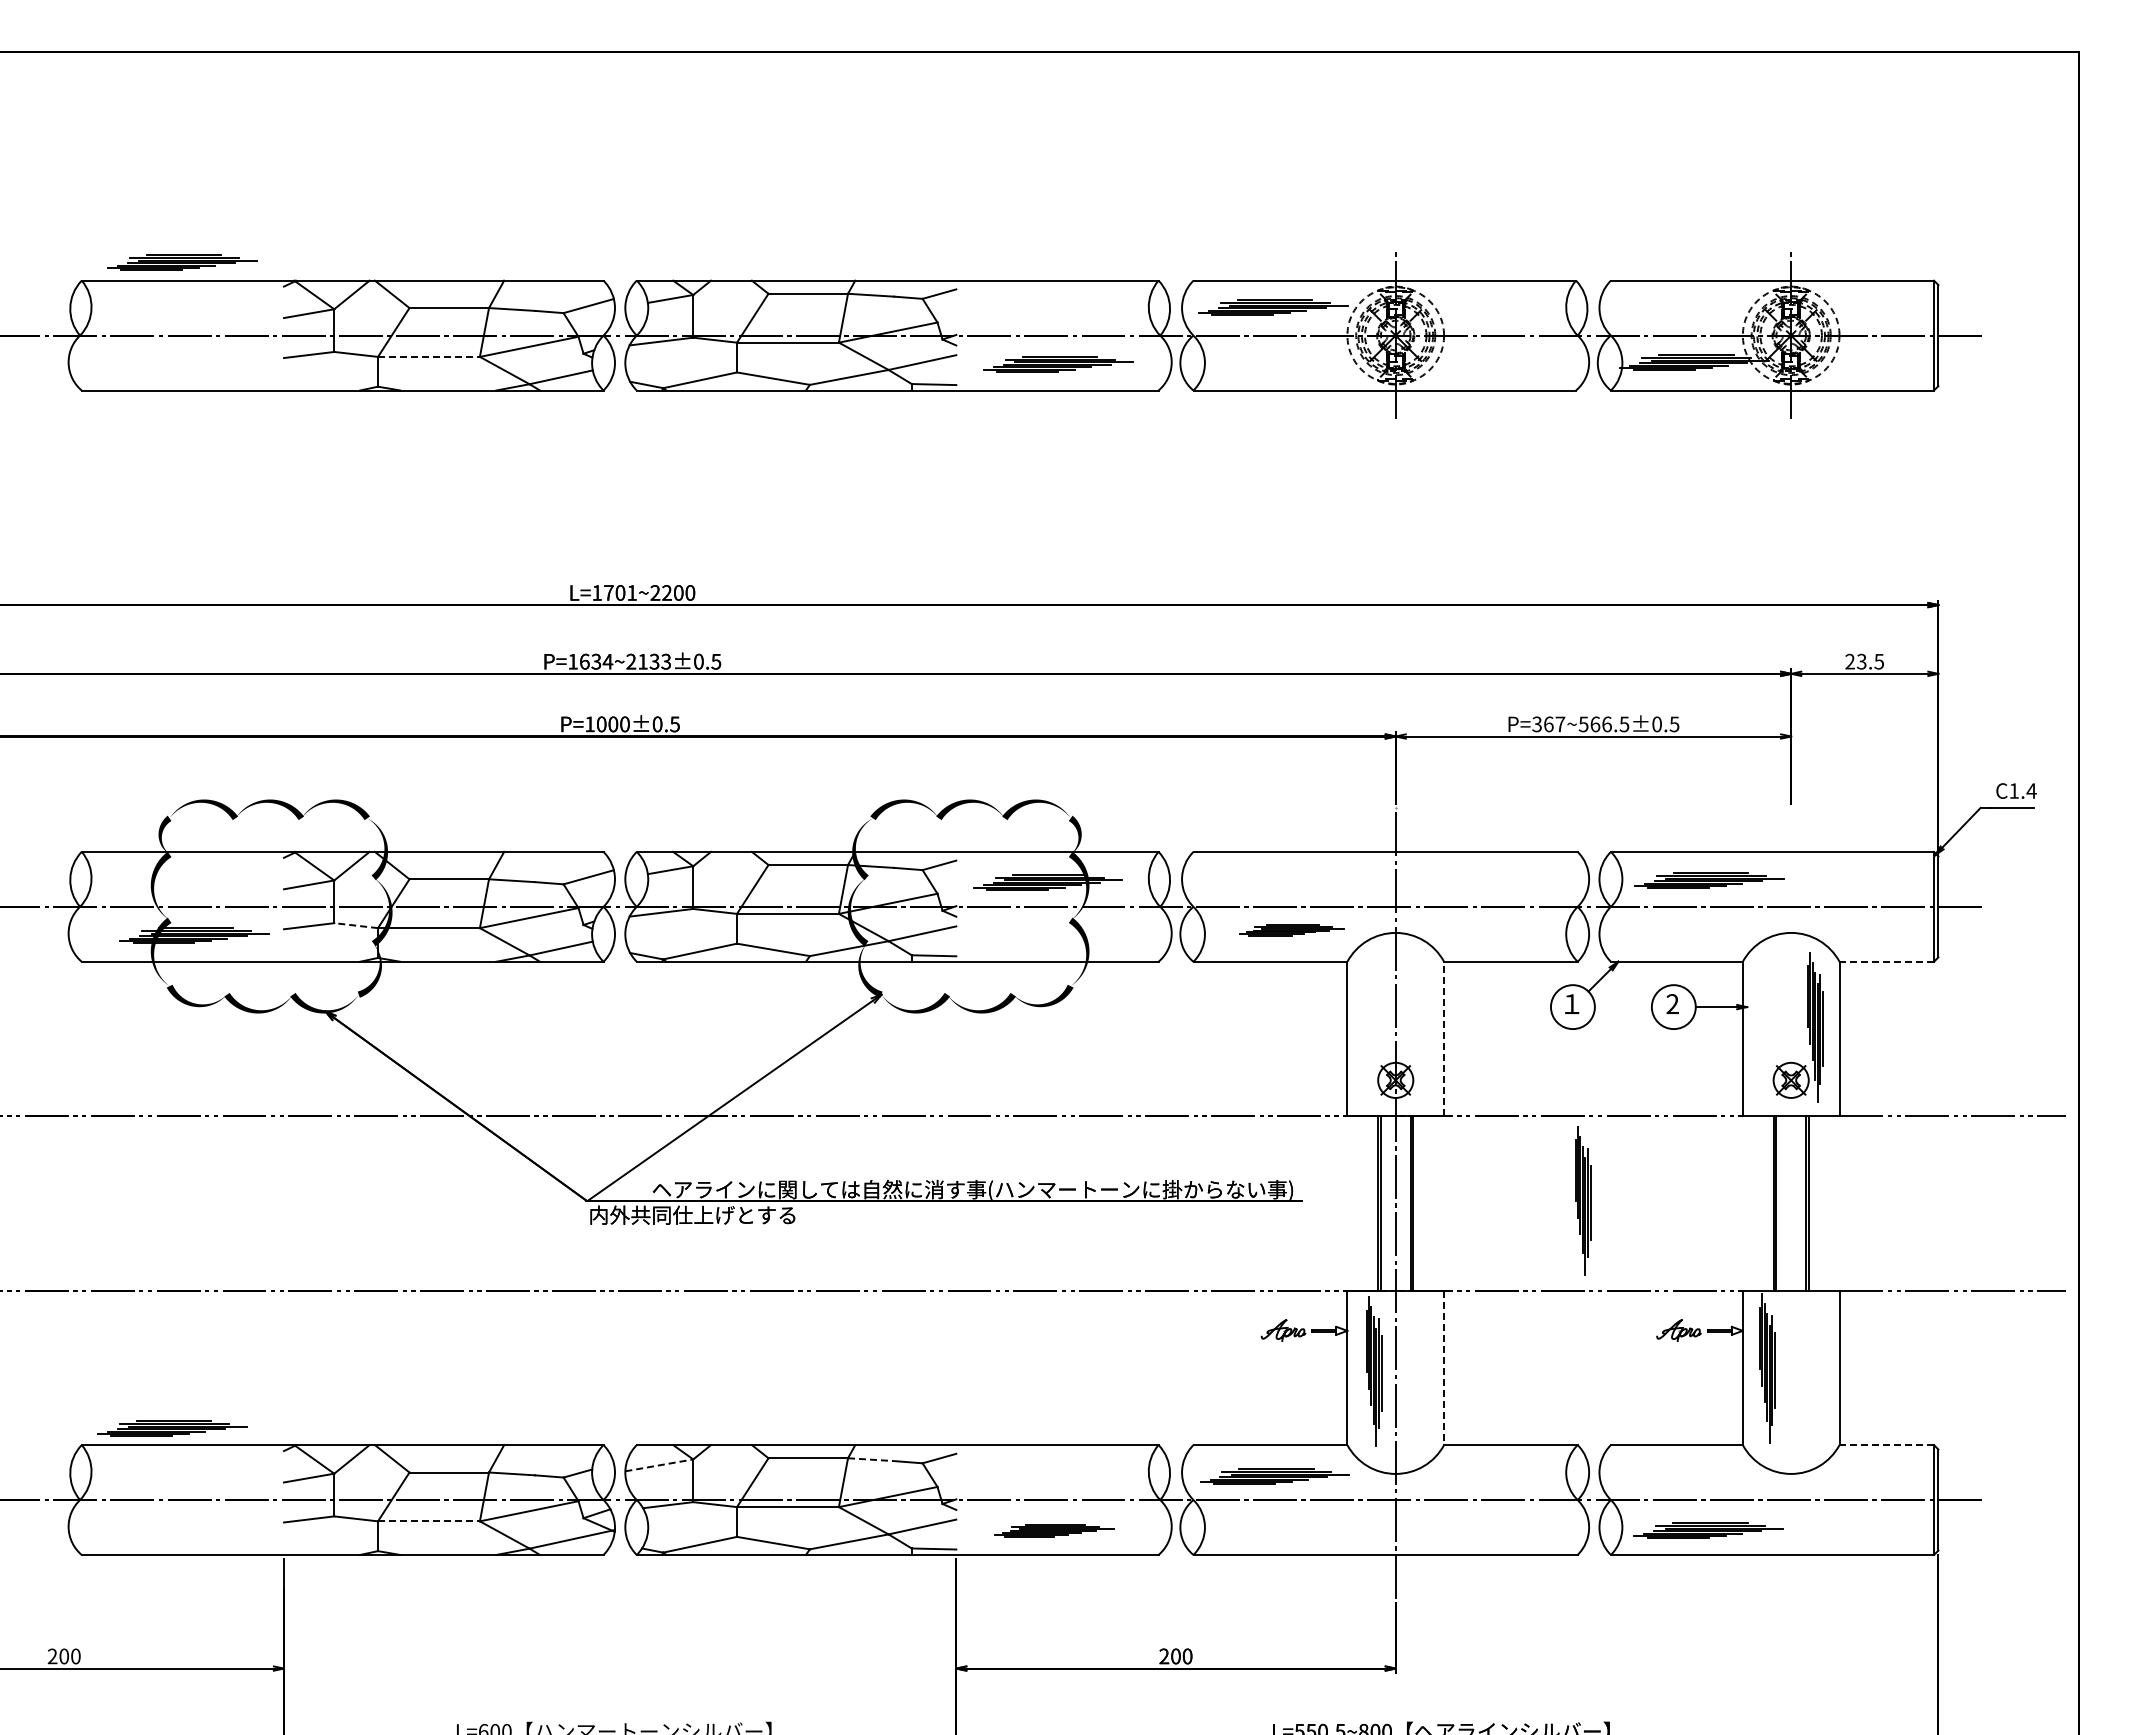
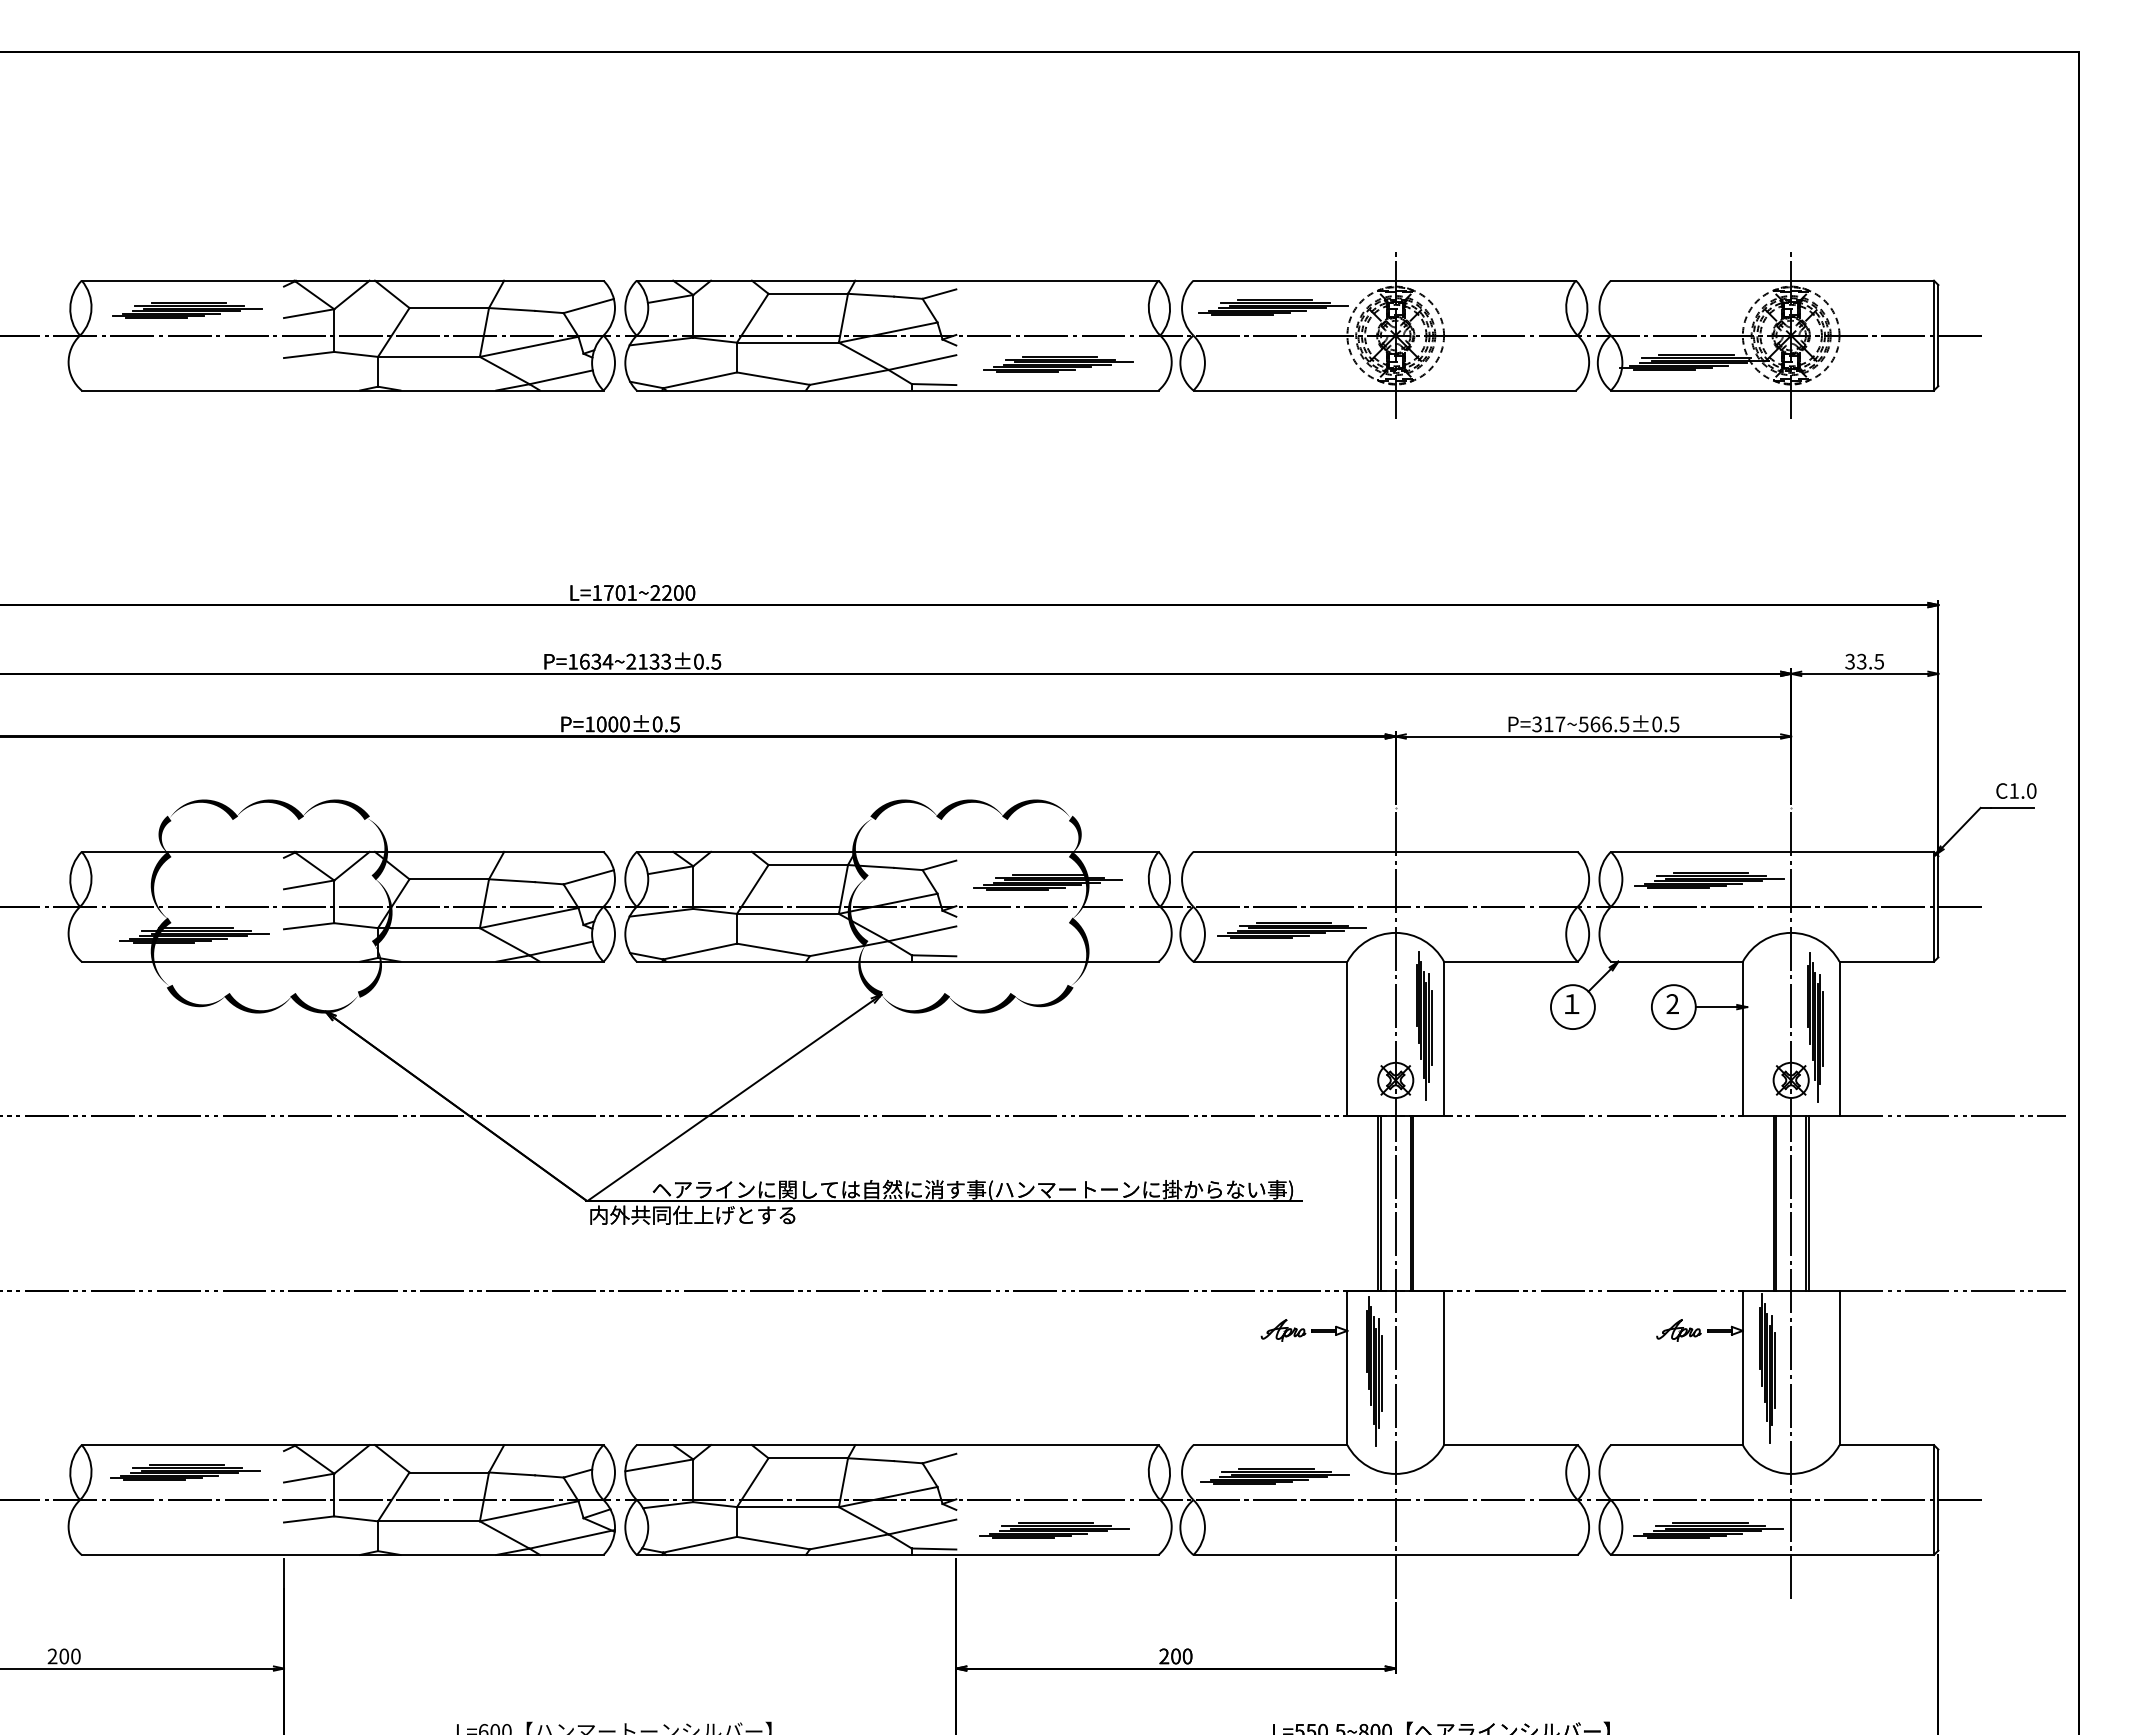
part at (182, 262) position: (182, 262) -> (187, 310)
line at (428, 356): dashed -> solid
text at (1849, 661): 23.5 -> 33.5
text at (1548, 724): P=367~566.5±0.5 -> P=317~566.5±0.5
text at (2031, 790): C1.4 -> C1.0
line at (355, 925): dashed -> solid
part at (1291, 930) size: 106x13 px -> 150x17 px
line at (1886, 961): dashed -> solid
line at (1444, 1038): dashed -> solid
part at (1583, 1200) position: (1583, 1200) -> (1424, 1025)
line at (1791, 1202): none -> present
line at (1444, 1368): dashed -> solid
part at (172, 1428) position: (172, 1428) -> (185, 1472)
line at (1886, 1445): dashed -> solid
line at (871, 1459): dashed -> solid
line at (659, 1465): dashed -> solid
line at (428, 1521): dashed -> solid
part at (1054, 1530) size: 121x14 px -> 151x17 px
